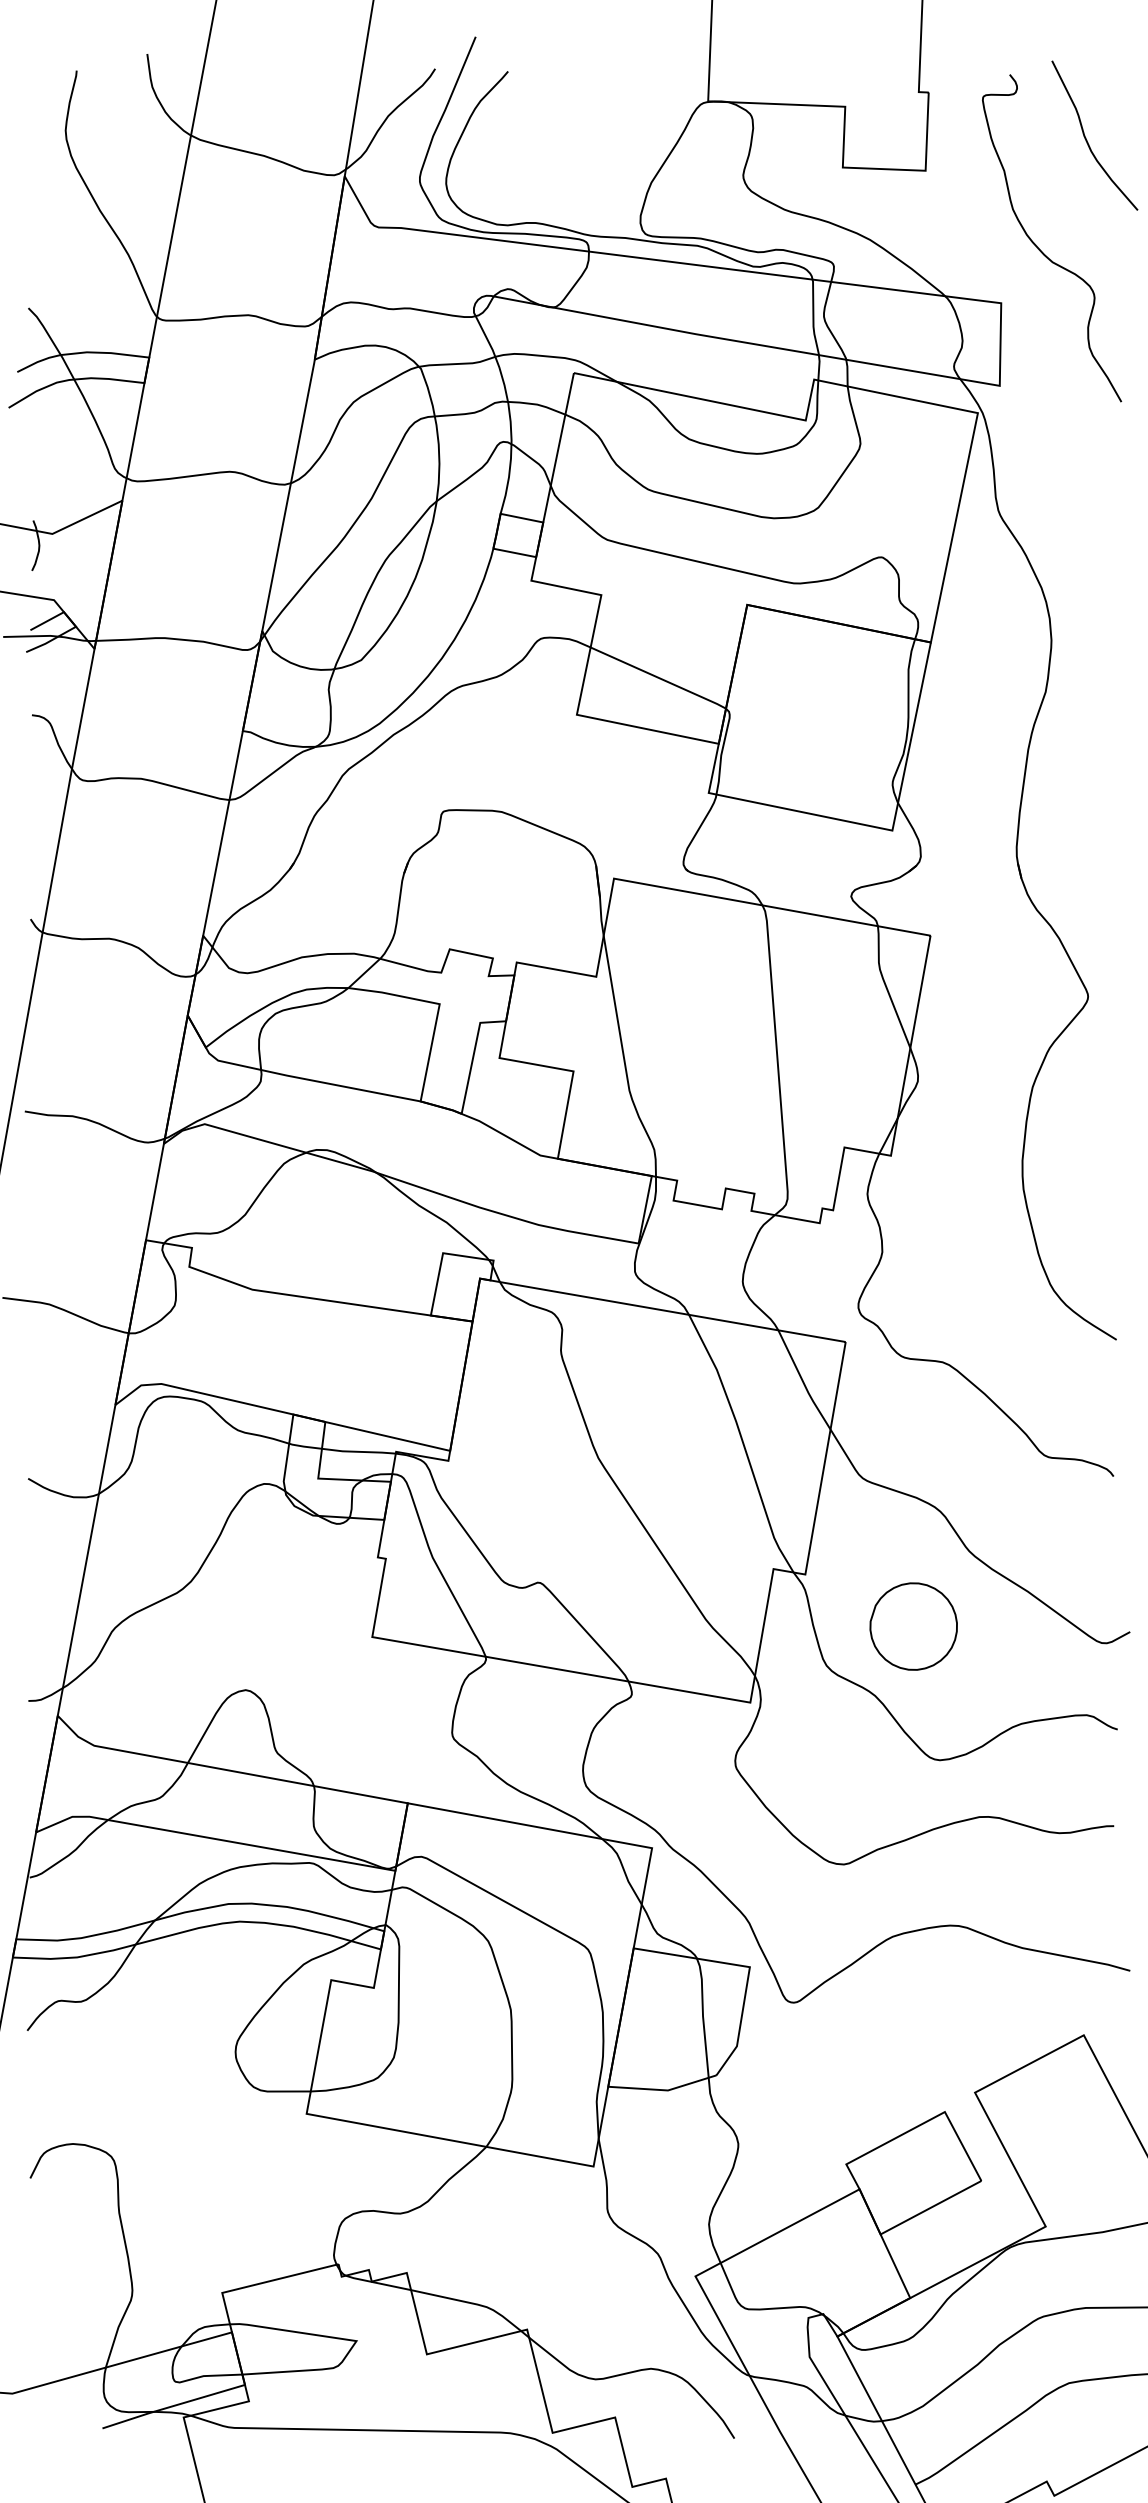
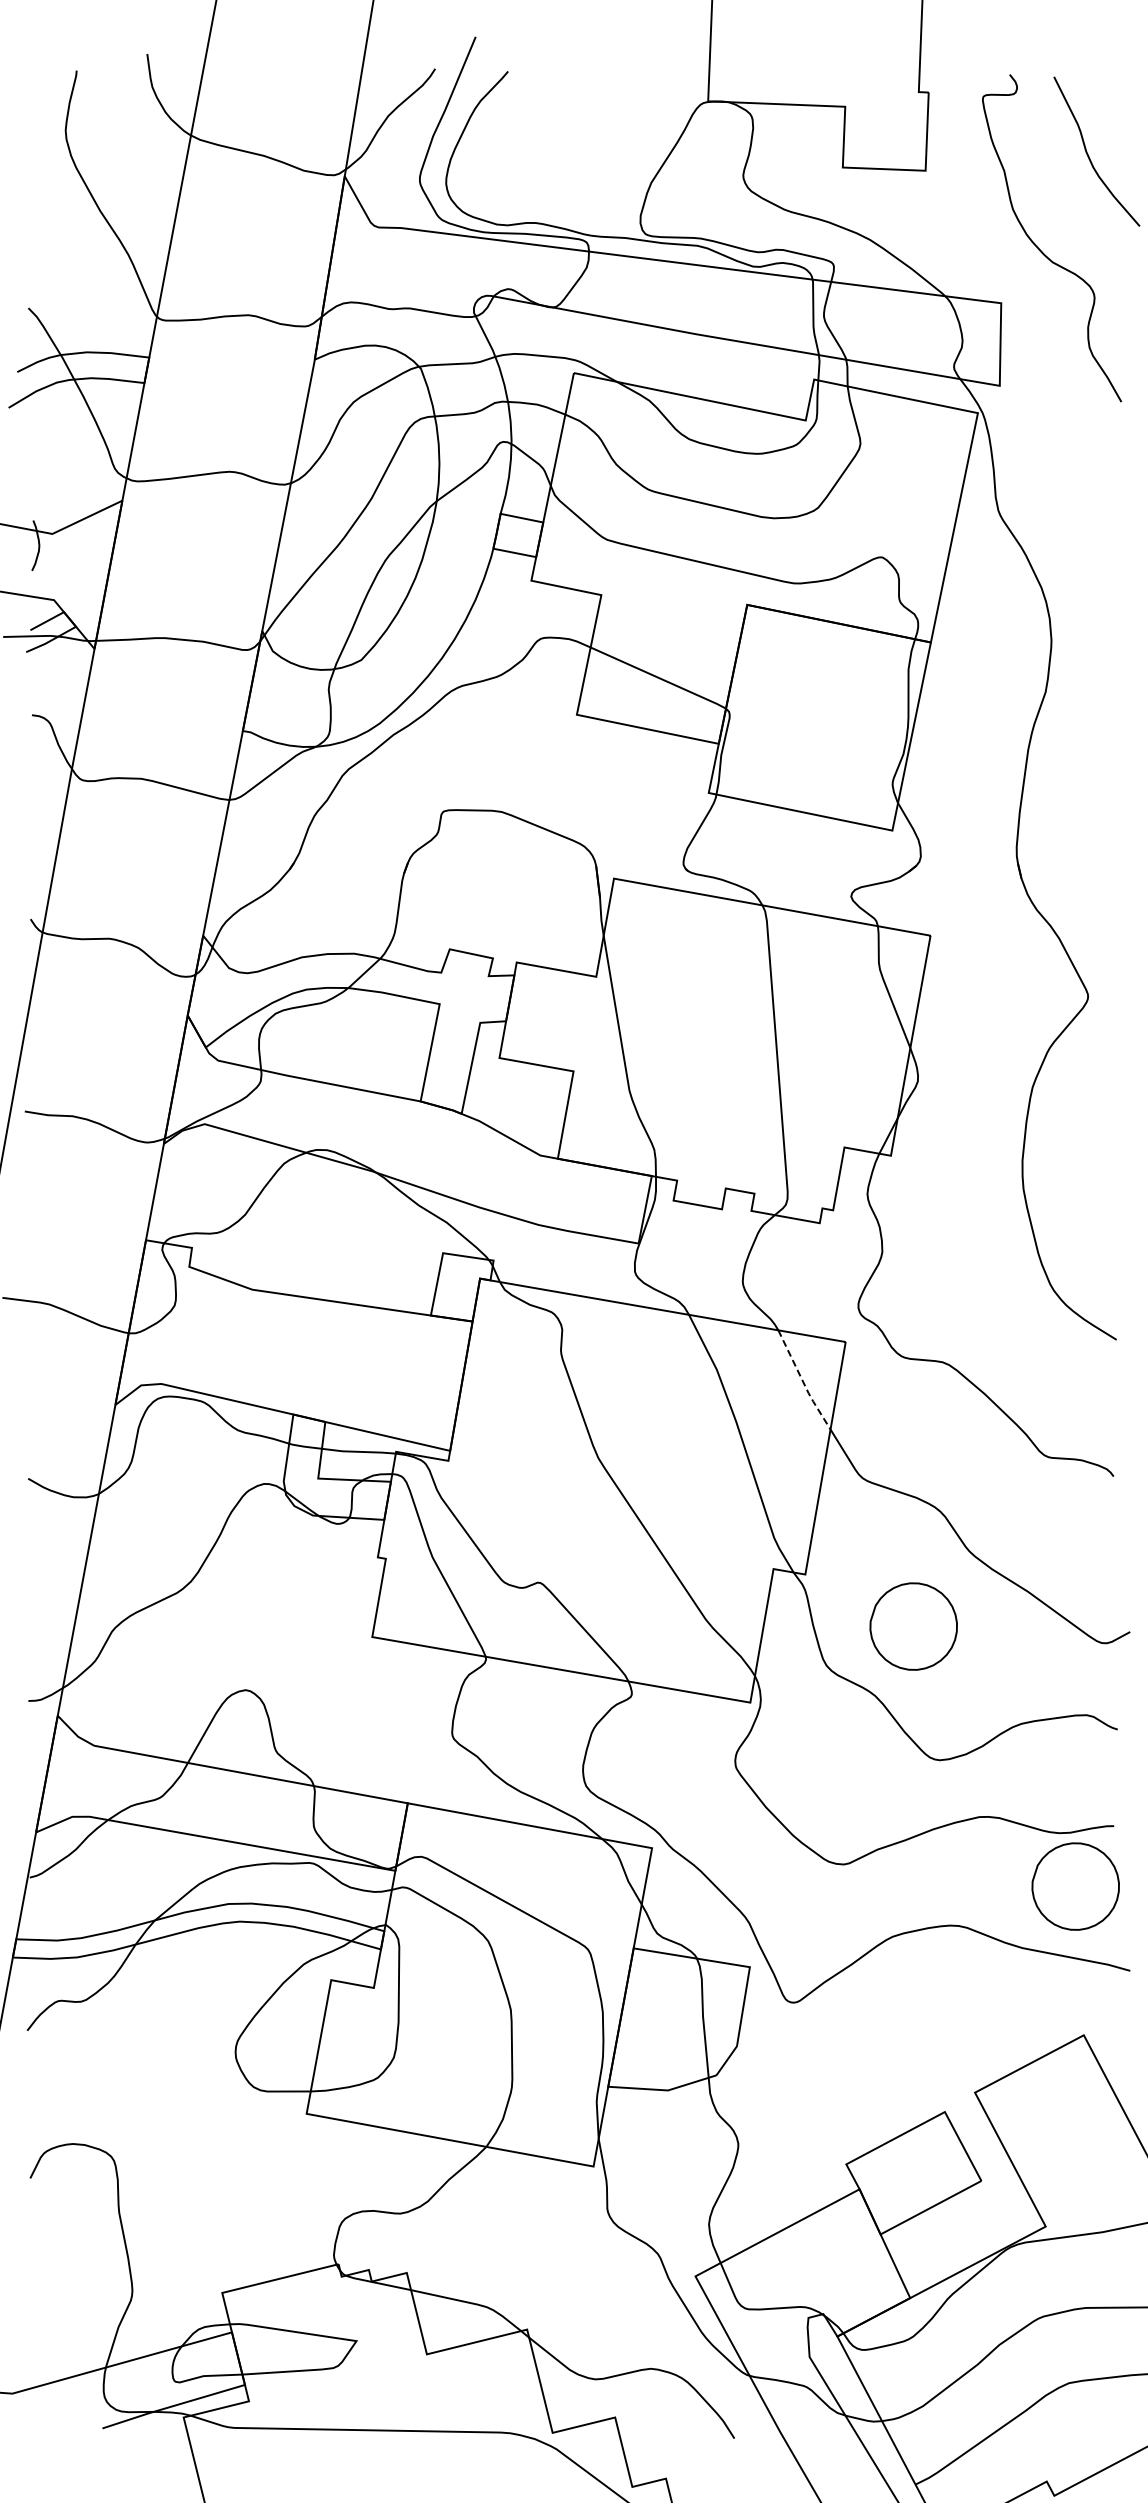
curve at (1086, 137) position: (1086, 137) -> (1088, 153)
line at (803, 1382): solid -> dashed
part at (1075, 1886): none -> present
